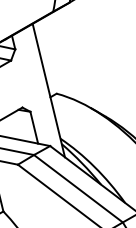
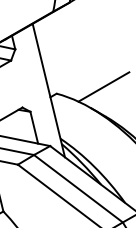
line at (103, 86): none -> present
